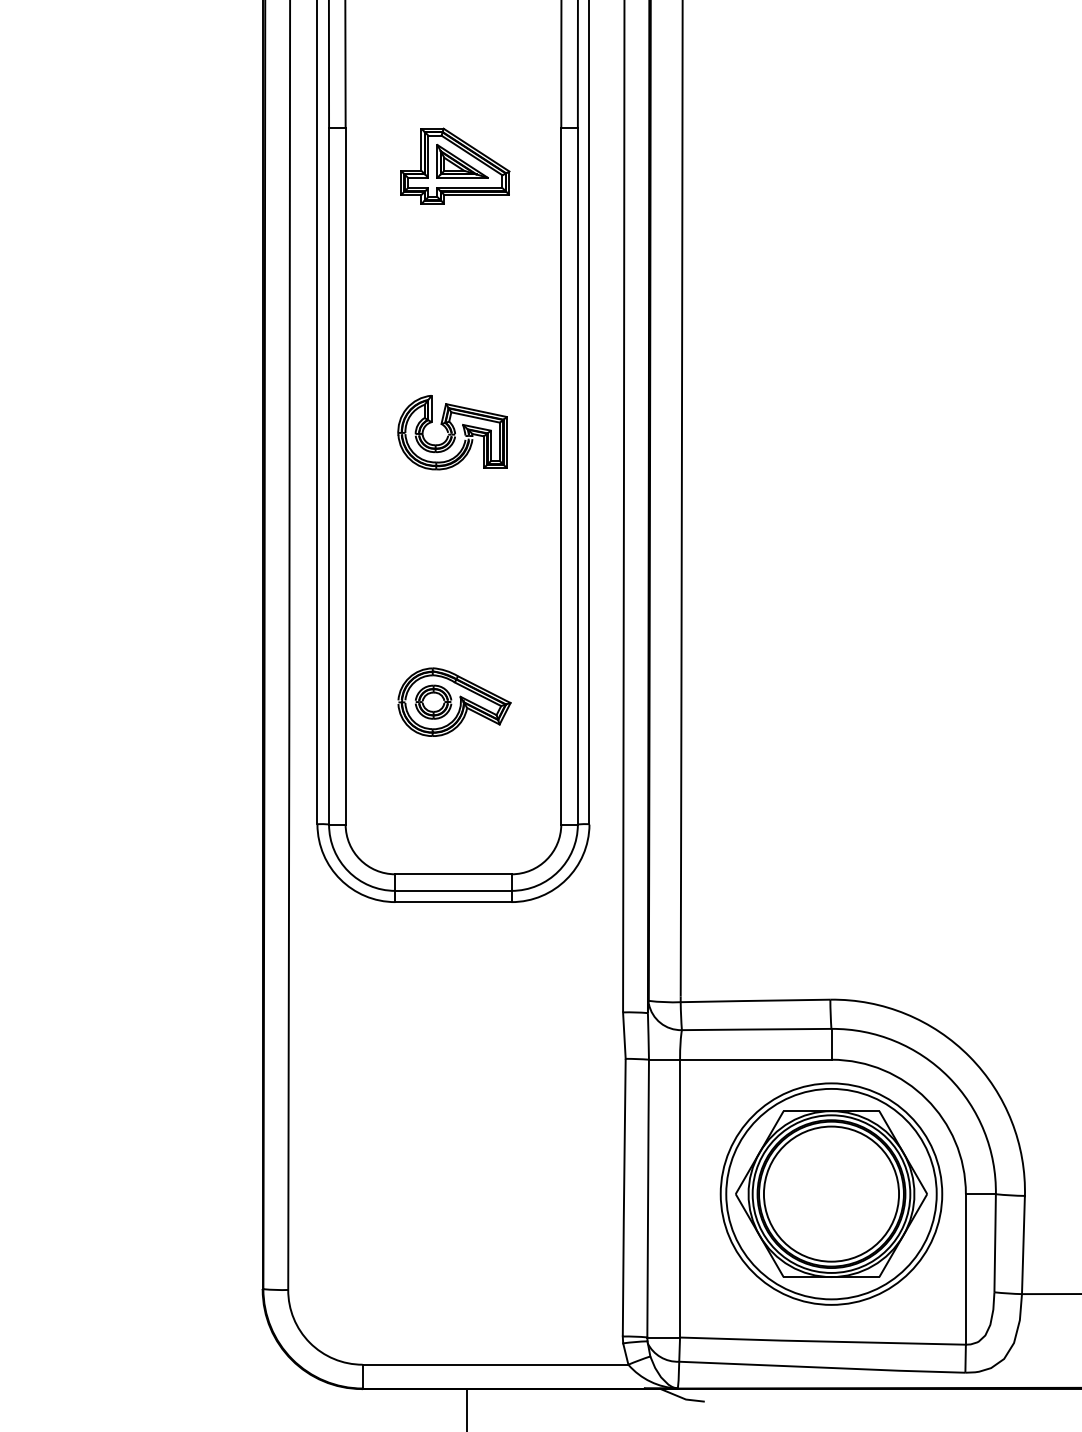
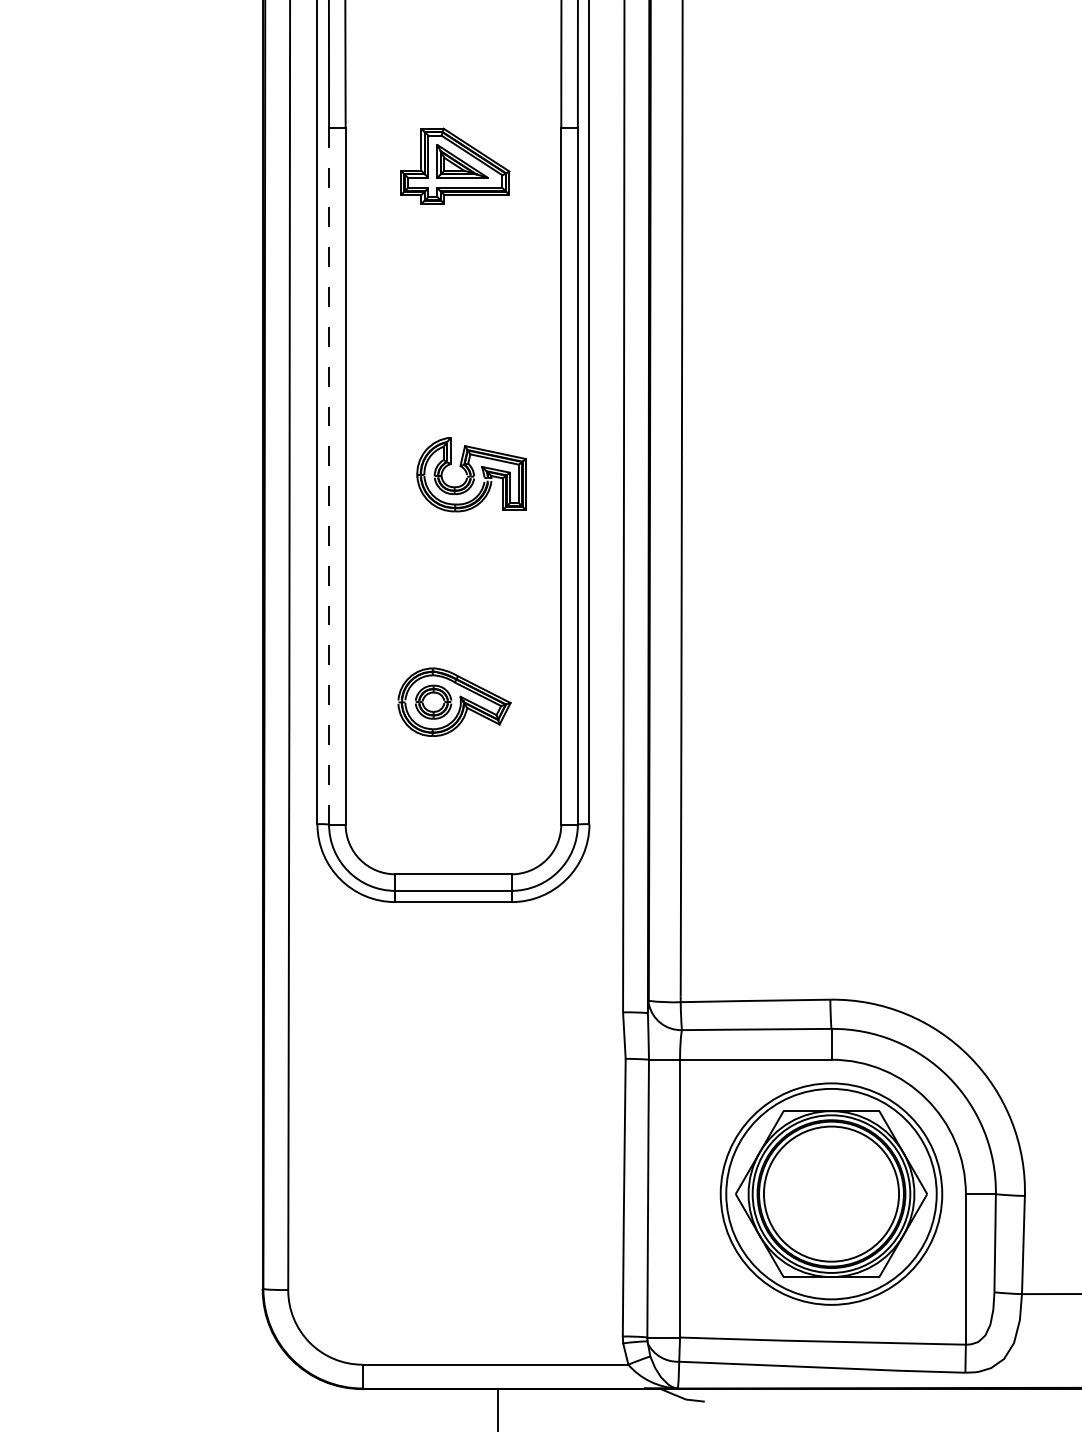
part at (452, 432) position: (452, 432) -> (471, 474)
line at (329, 476): solid -> dashed
line at (466, 1408) position: (466, 1408) -> (497, 1408)
